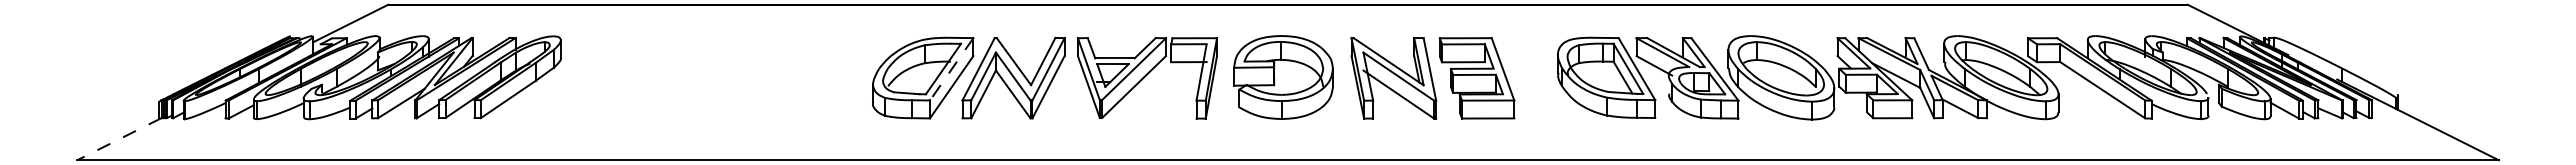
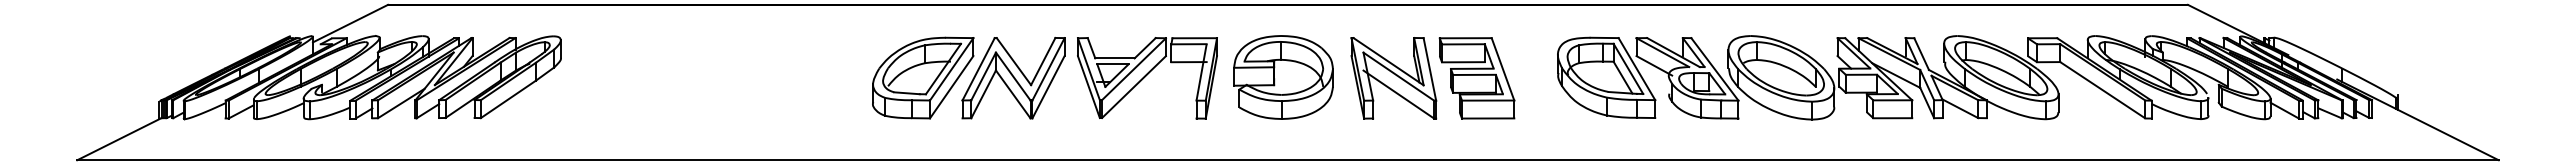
line at (951, 69): dashed -> solid
line at (118, 139): dashed -> solid
